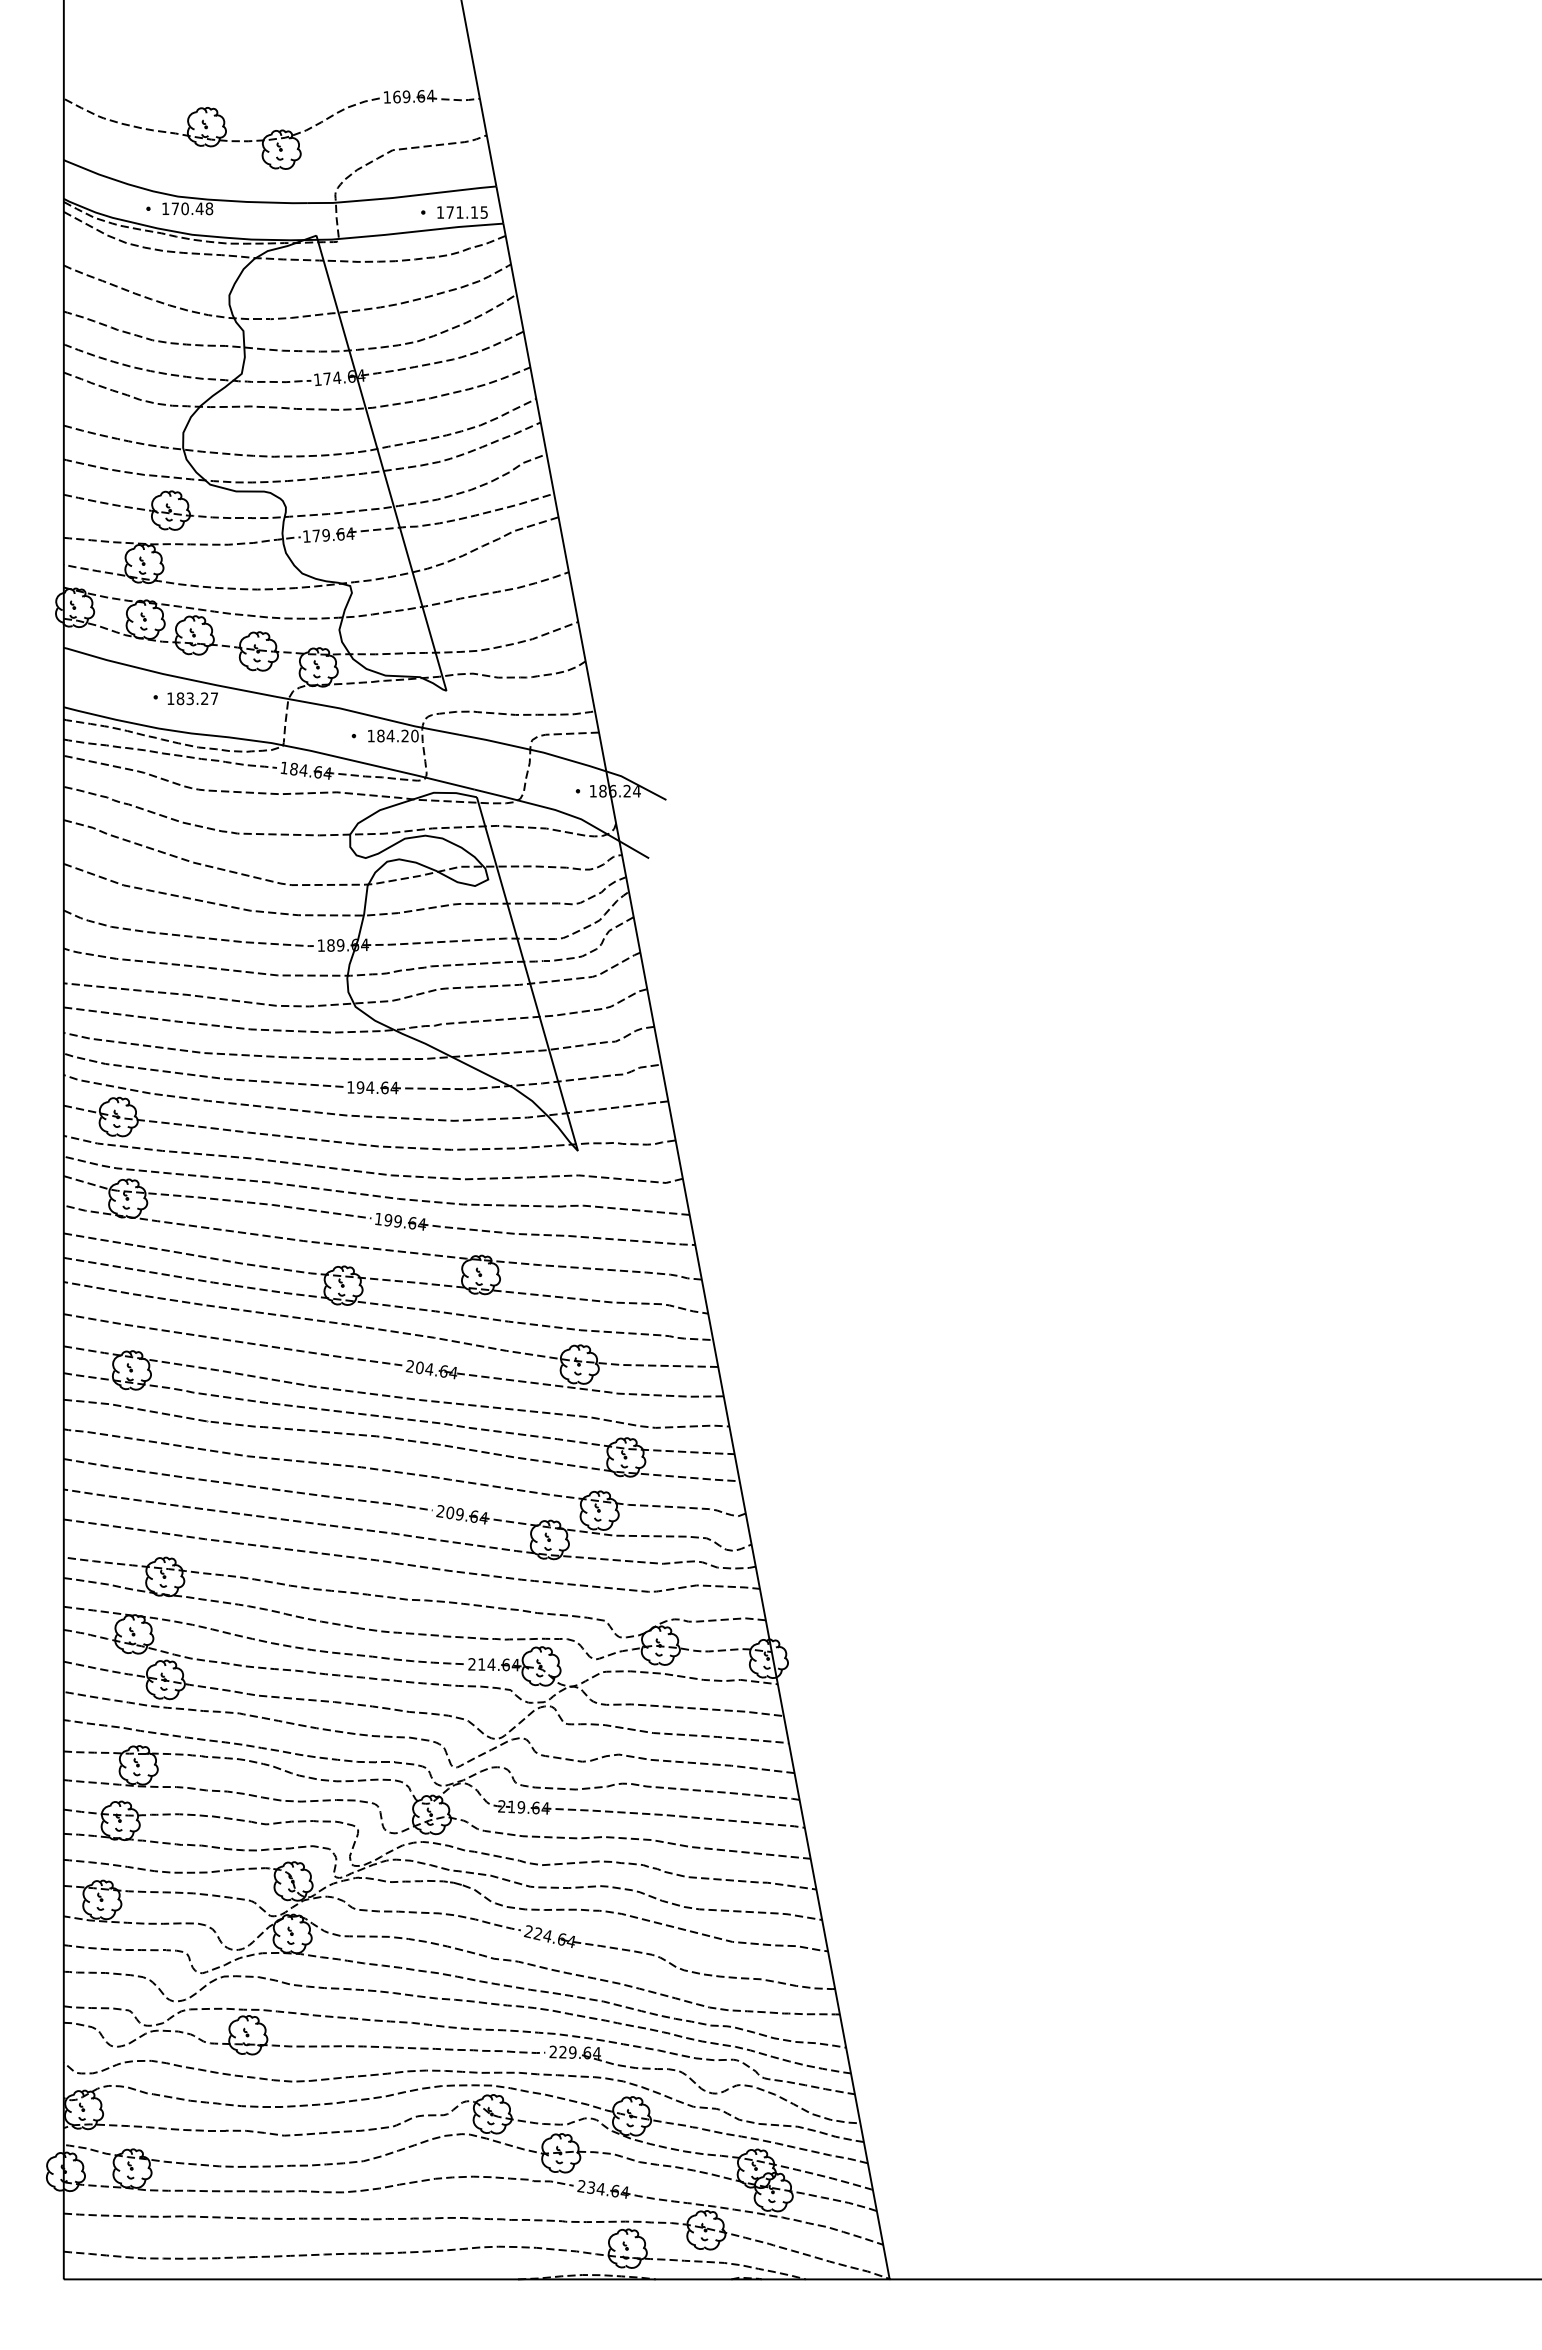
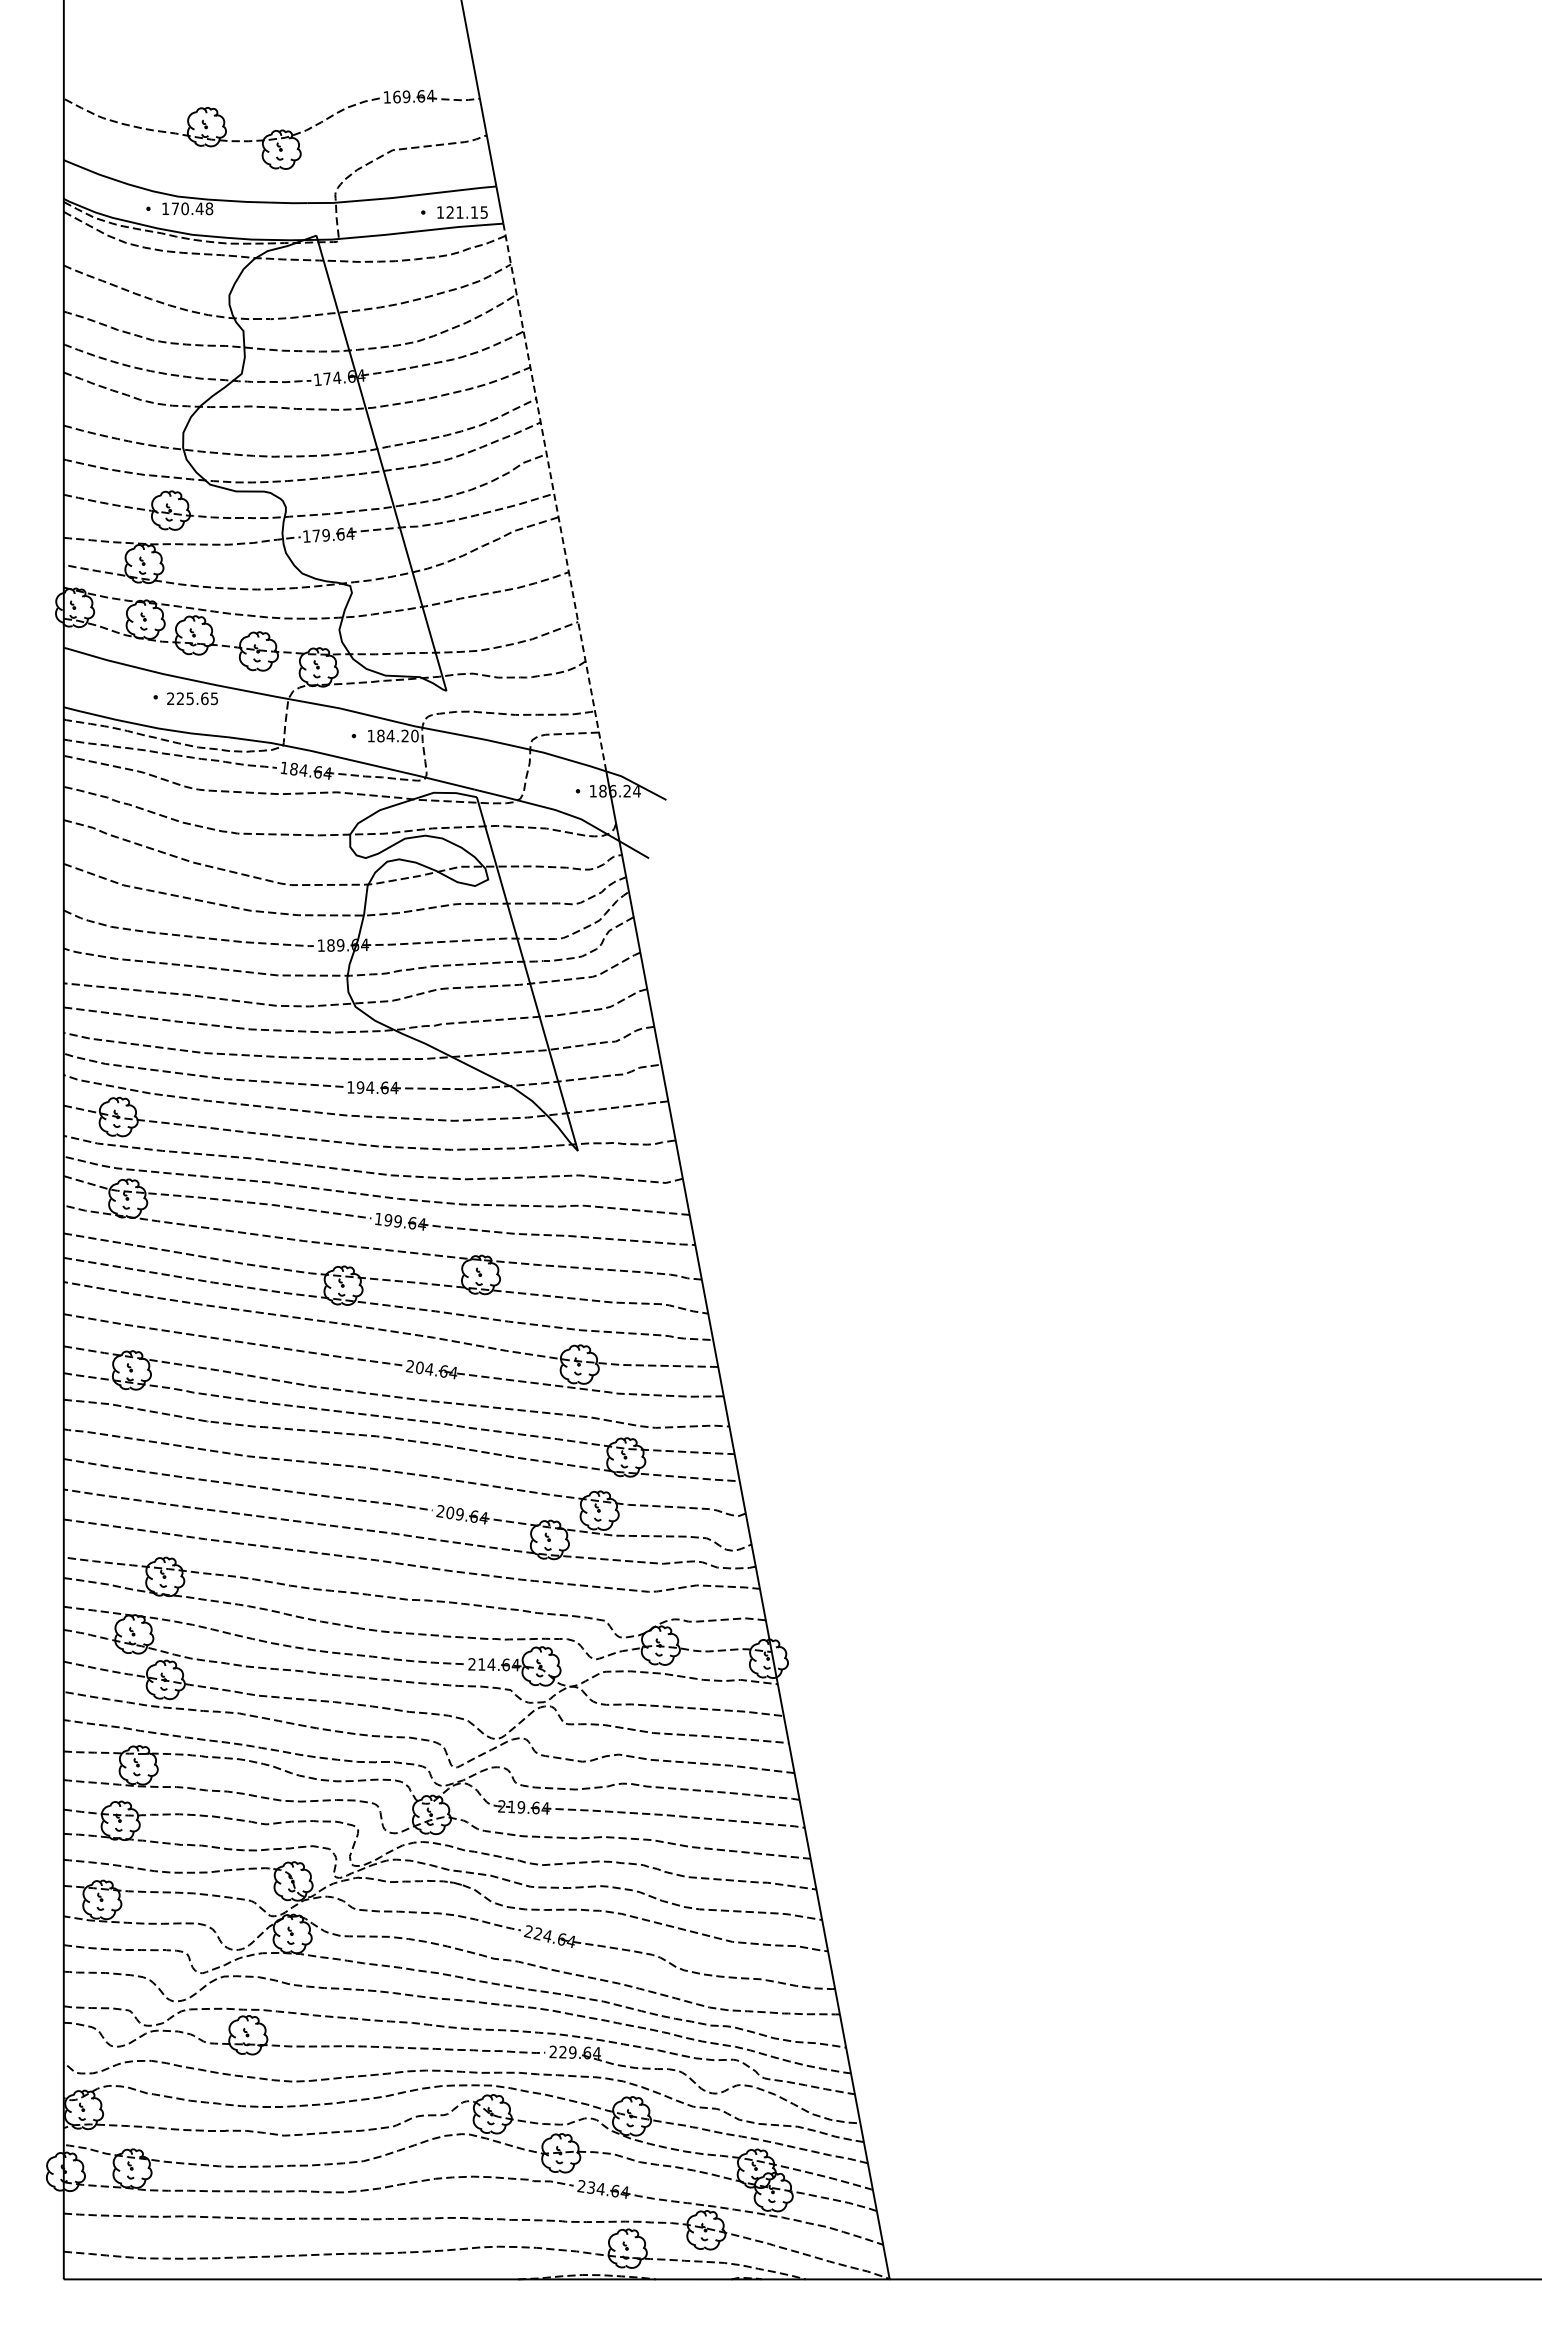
text at (449, 212): 171.15 -> 121.15
line at (554, 497): solid -> dashed
text at (192, 698): 183.27 -> 225.65
